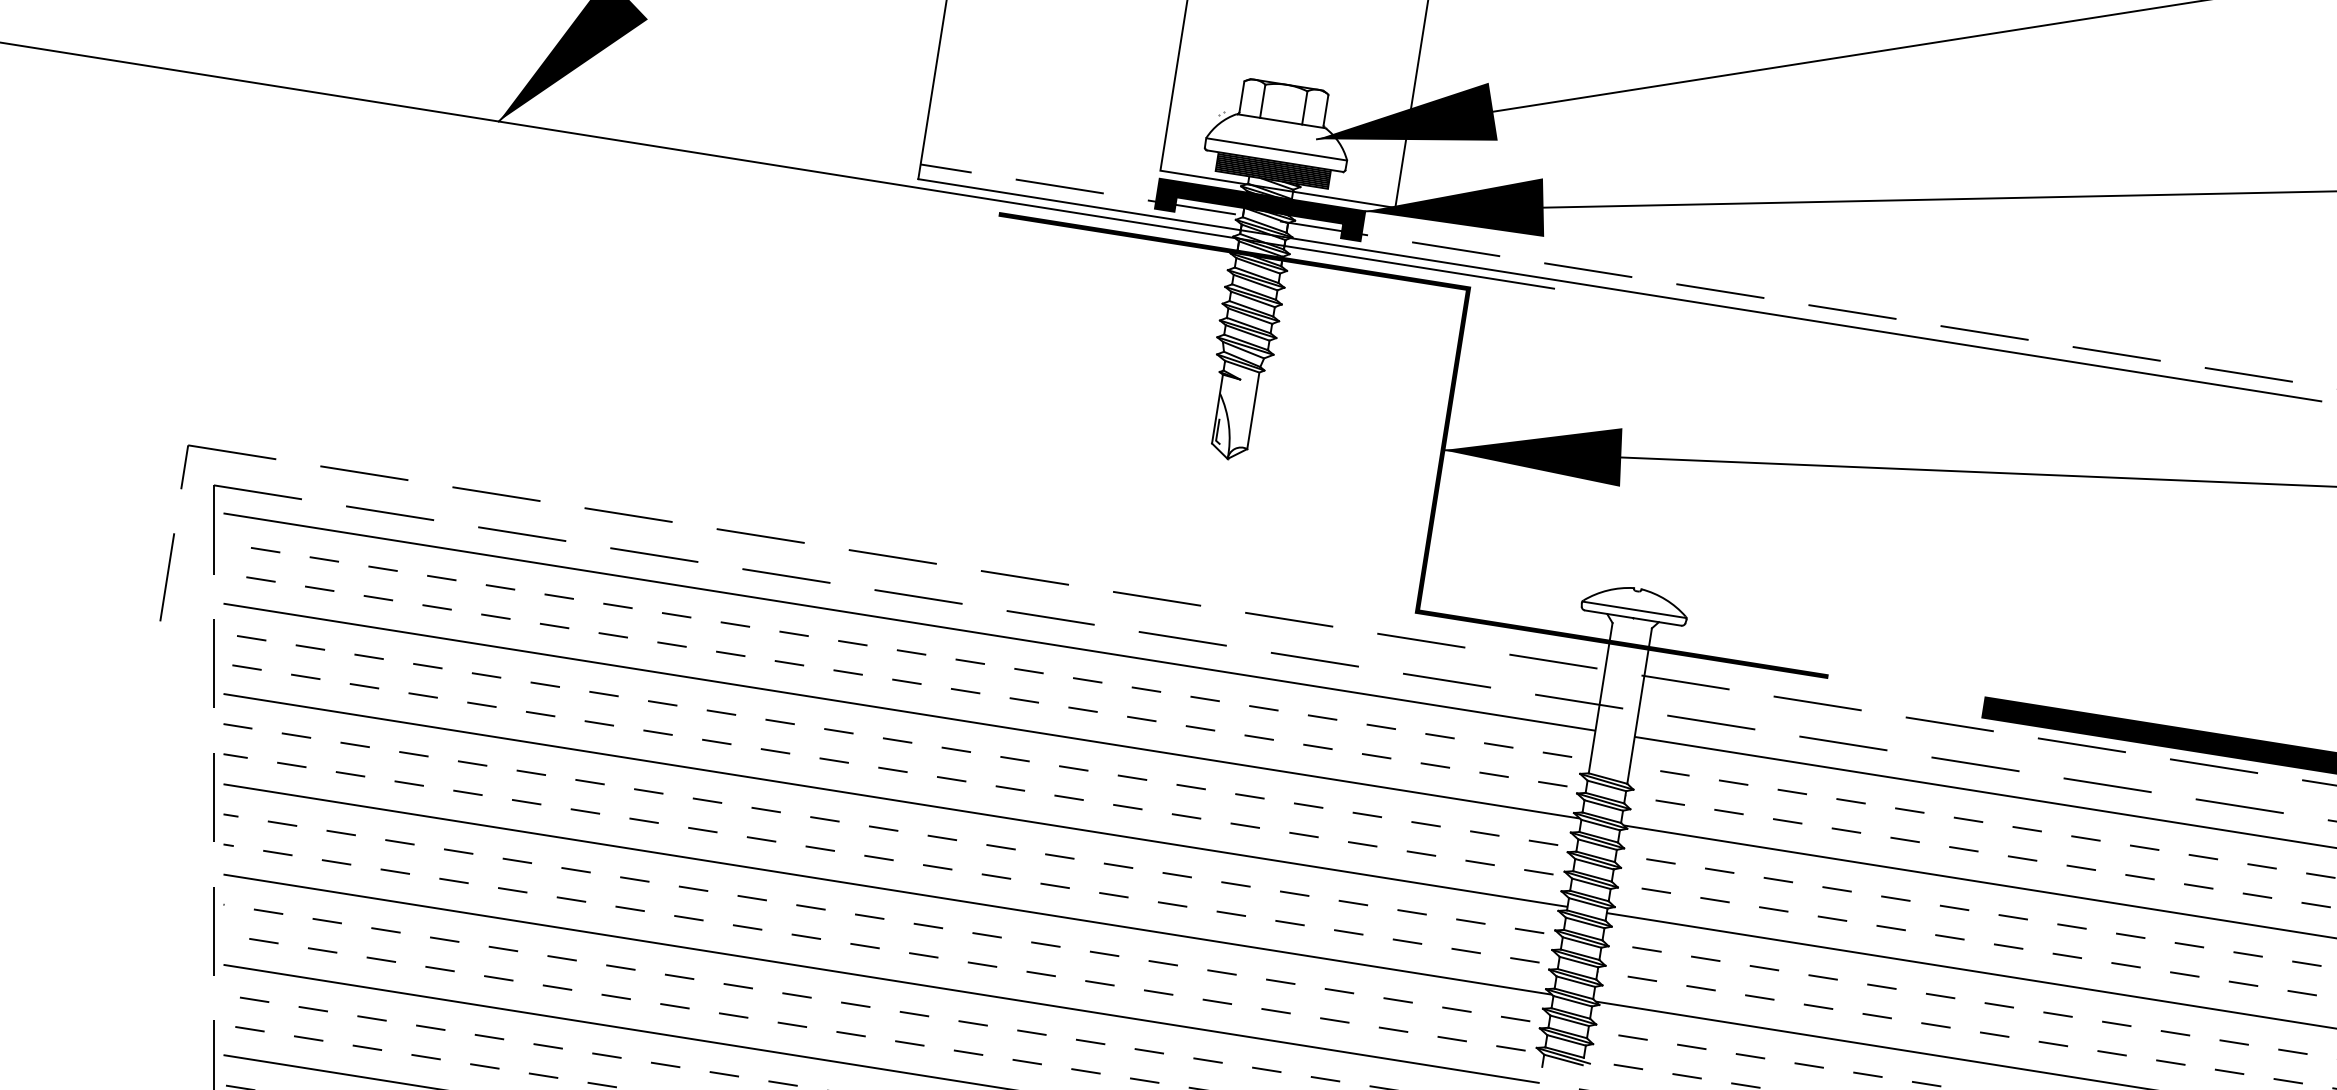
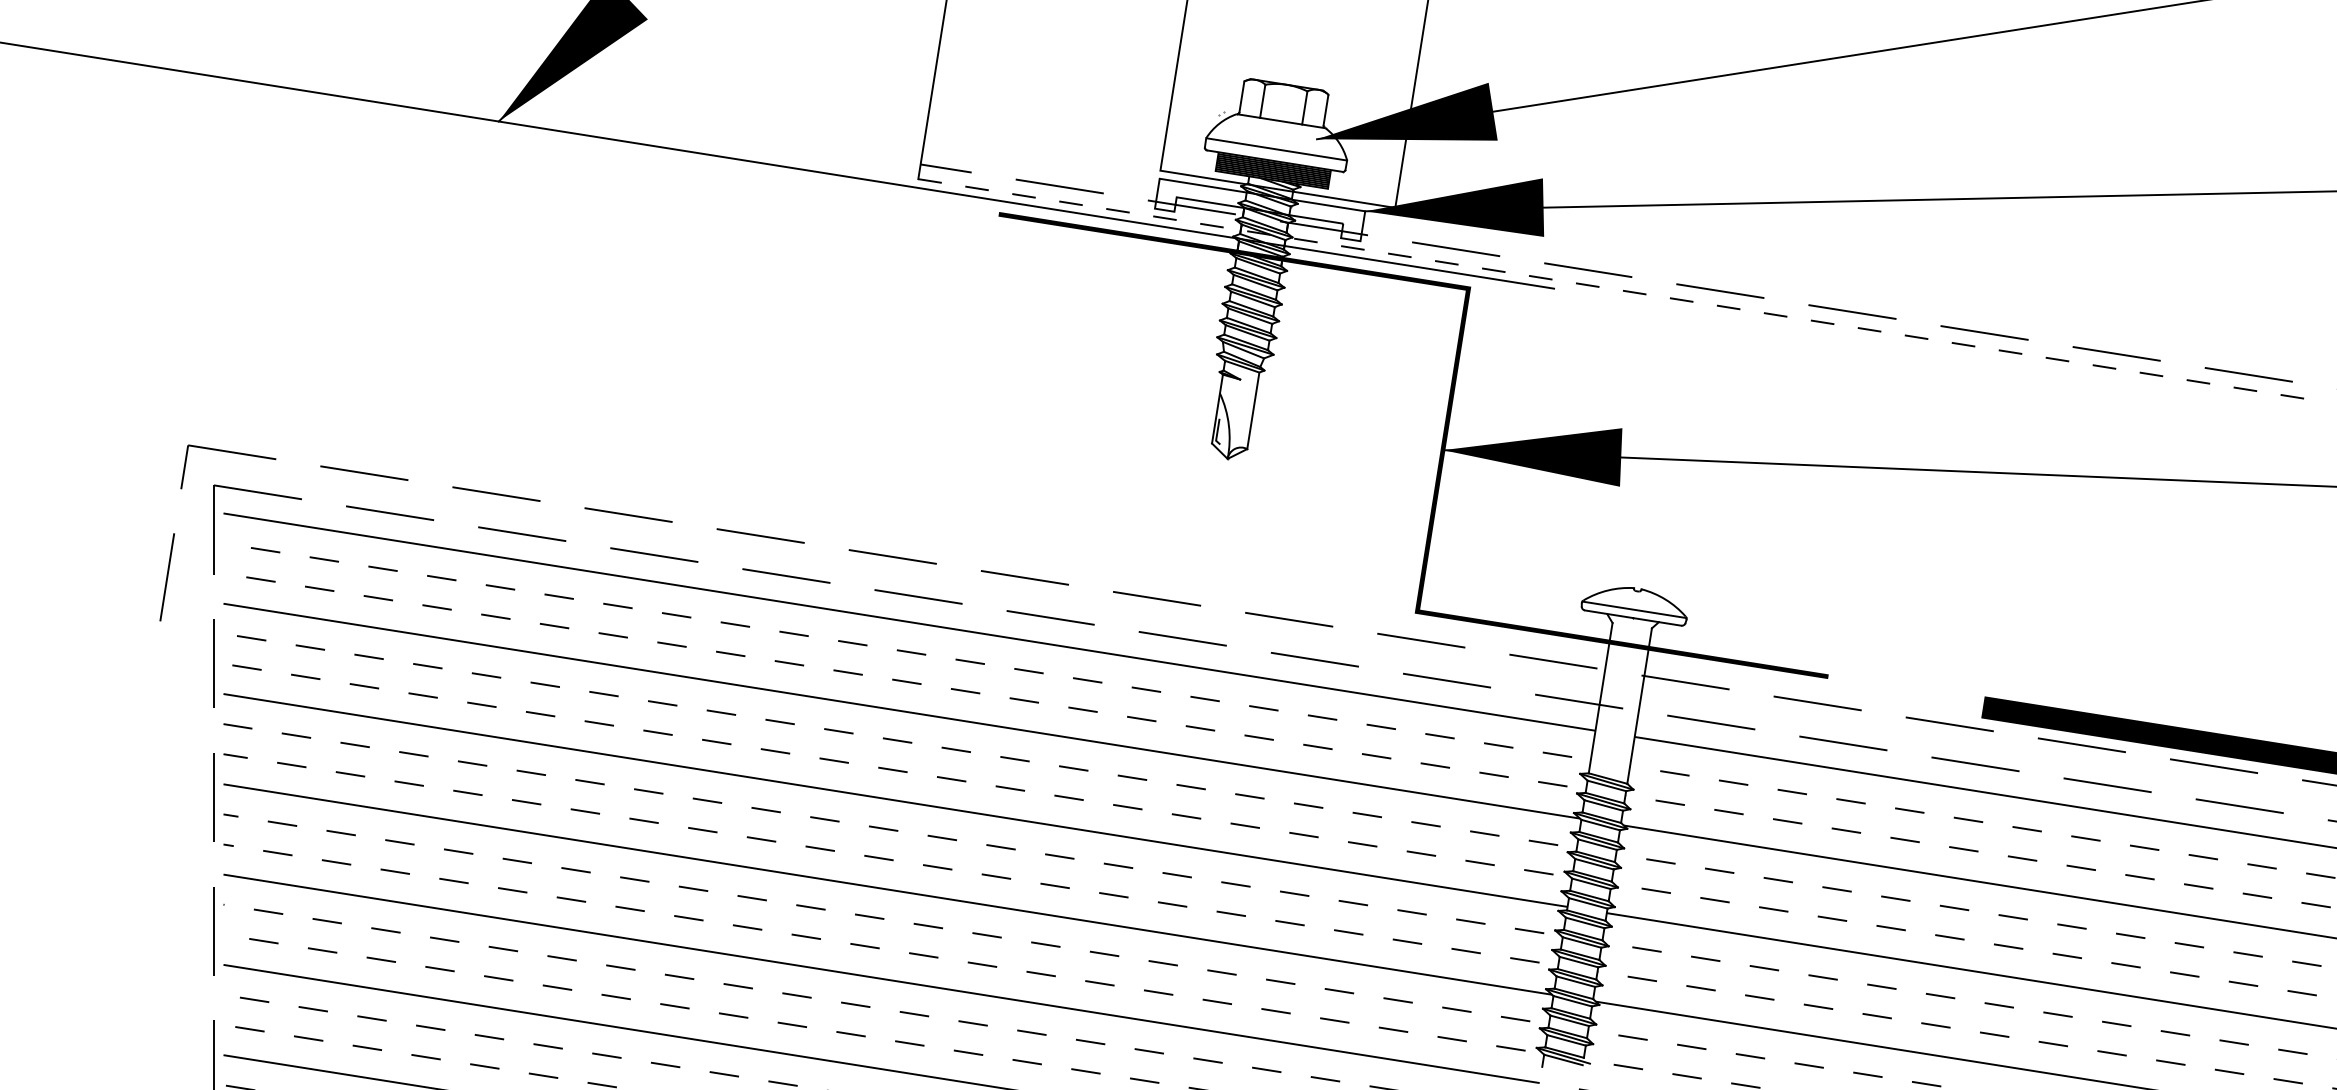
fill at (1259, 209): present -> none
line at (1620, 290): solid -> dashed
